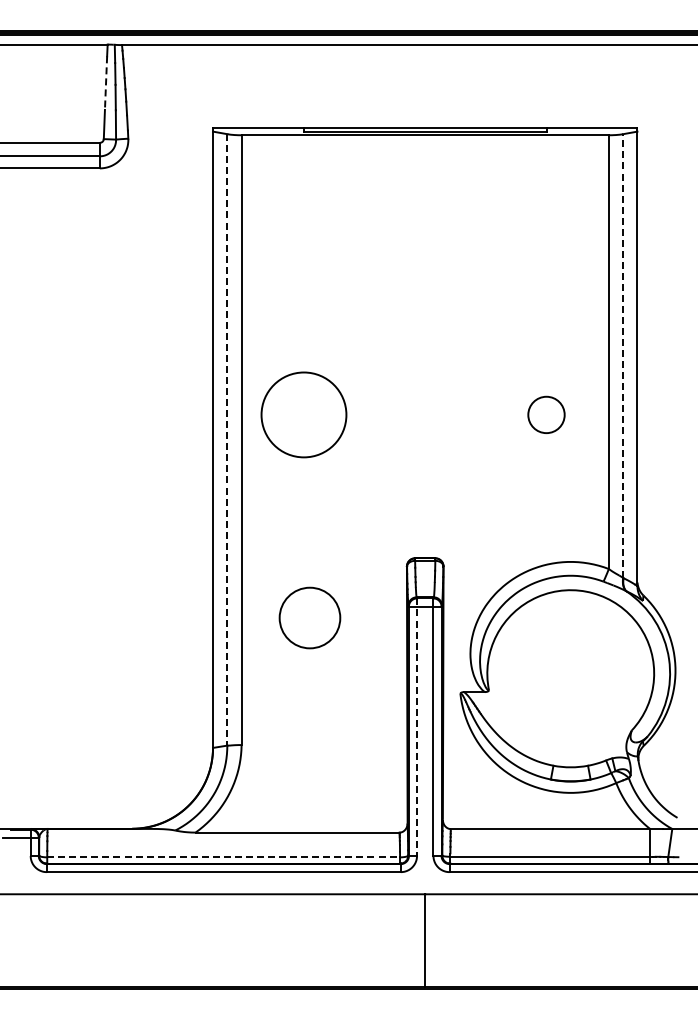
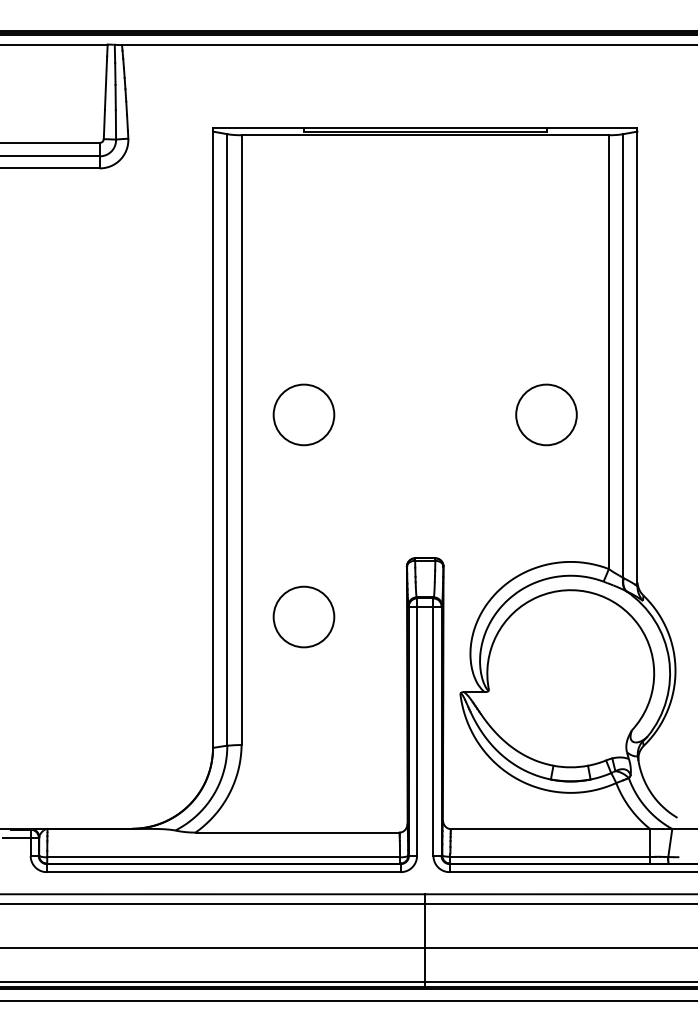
line at (106, 83): dashed -> solid
line at (623, 356): dashed -> solid
circle at (303, 414) diameter: 85 px -> 61 px
circle at (546, 414) size: 39x39 px -> 63x64 px
line at (227, 439): dashed -> solid
circle at (309, 617) position: (309, 617) -> (303, 616)
line at (417, 727): dashed -> solid
line at (224, 857): dashed -> solid
line at (348, 903): none -> present
line at (348, 948): none -> present
line at (348, 982): none -> present
line at (348, 1001): none -> present
